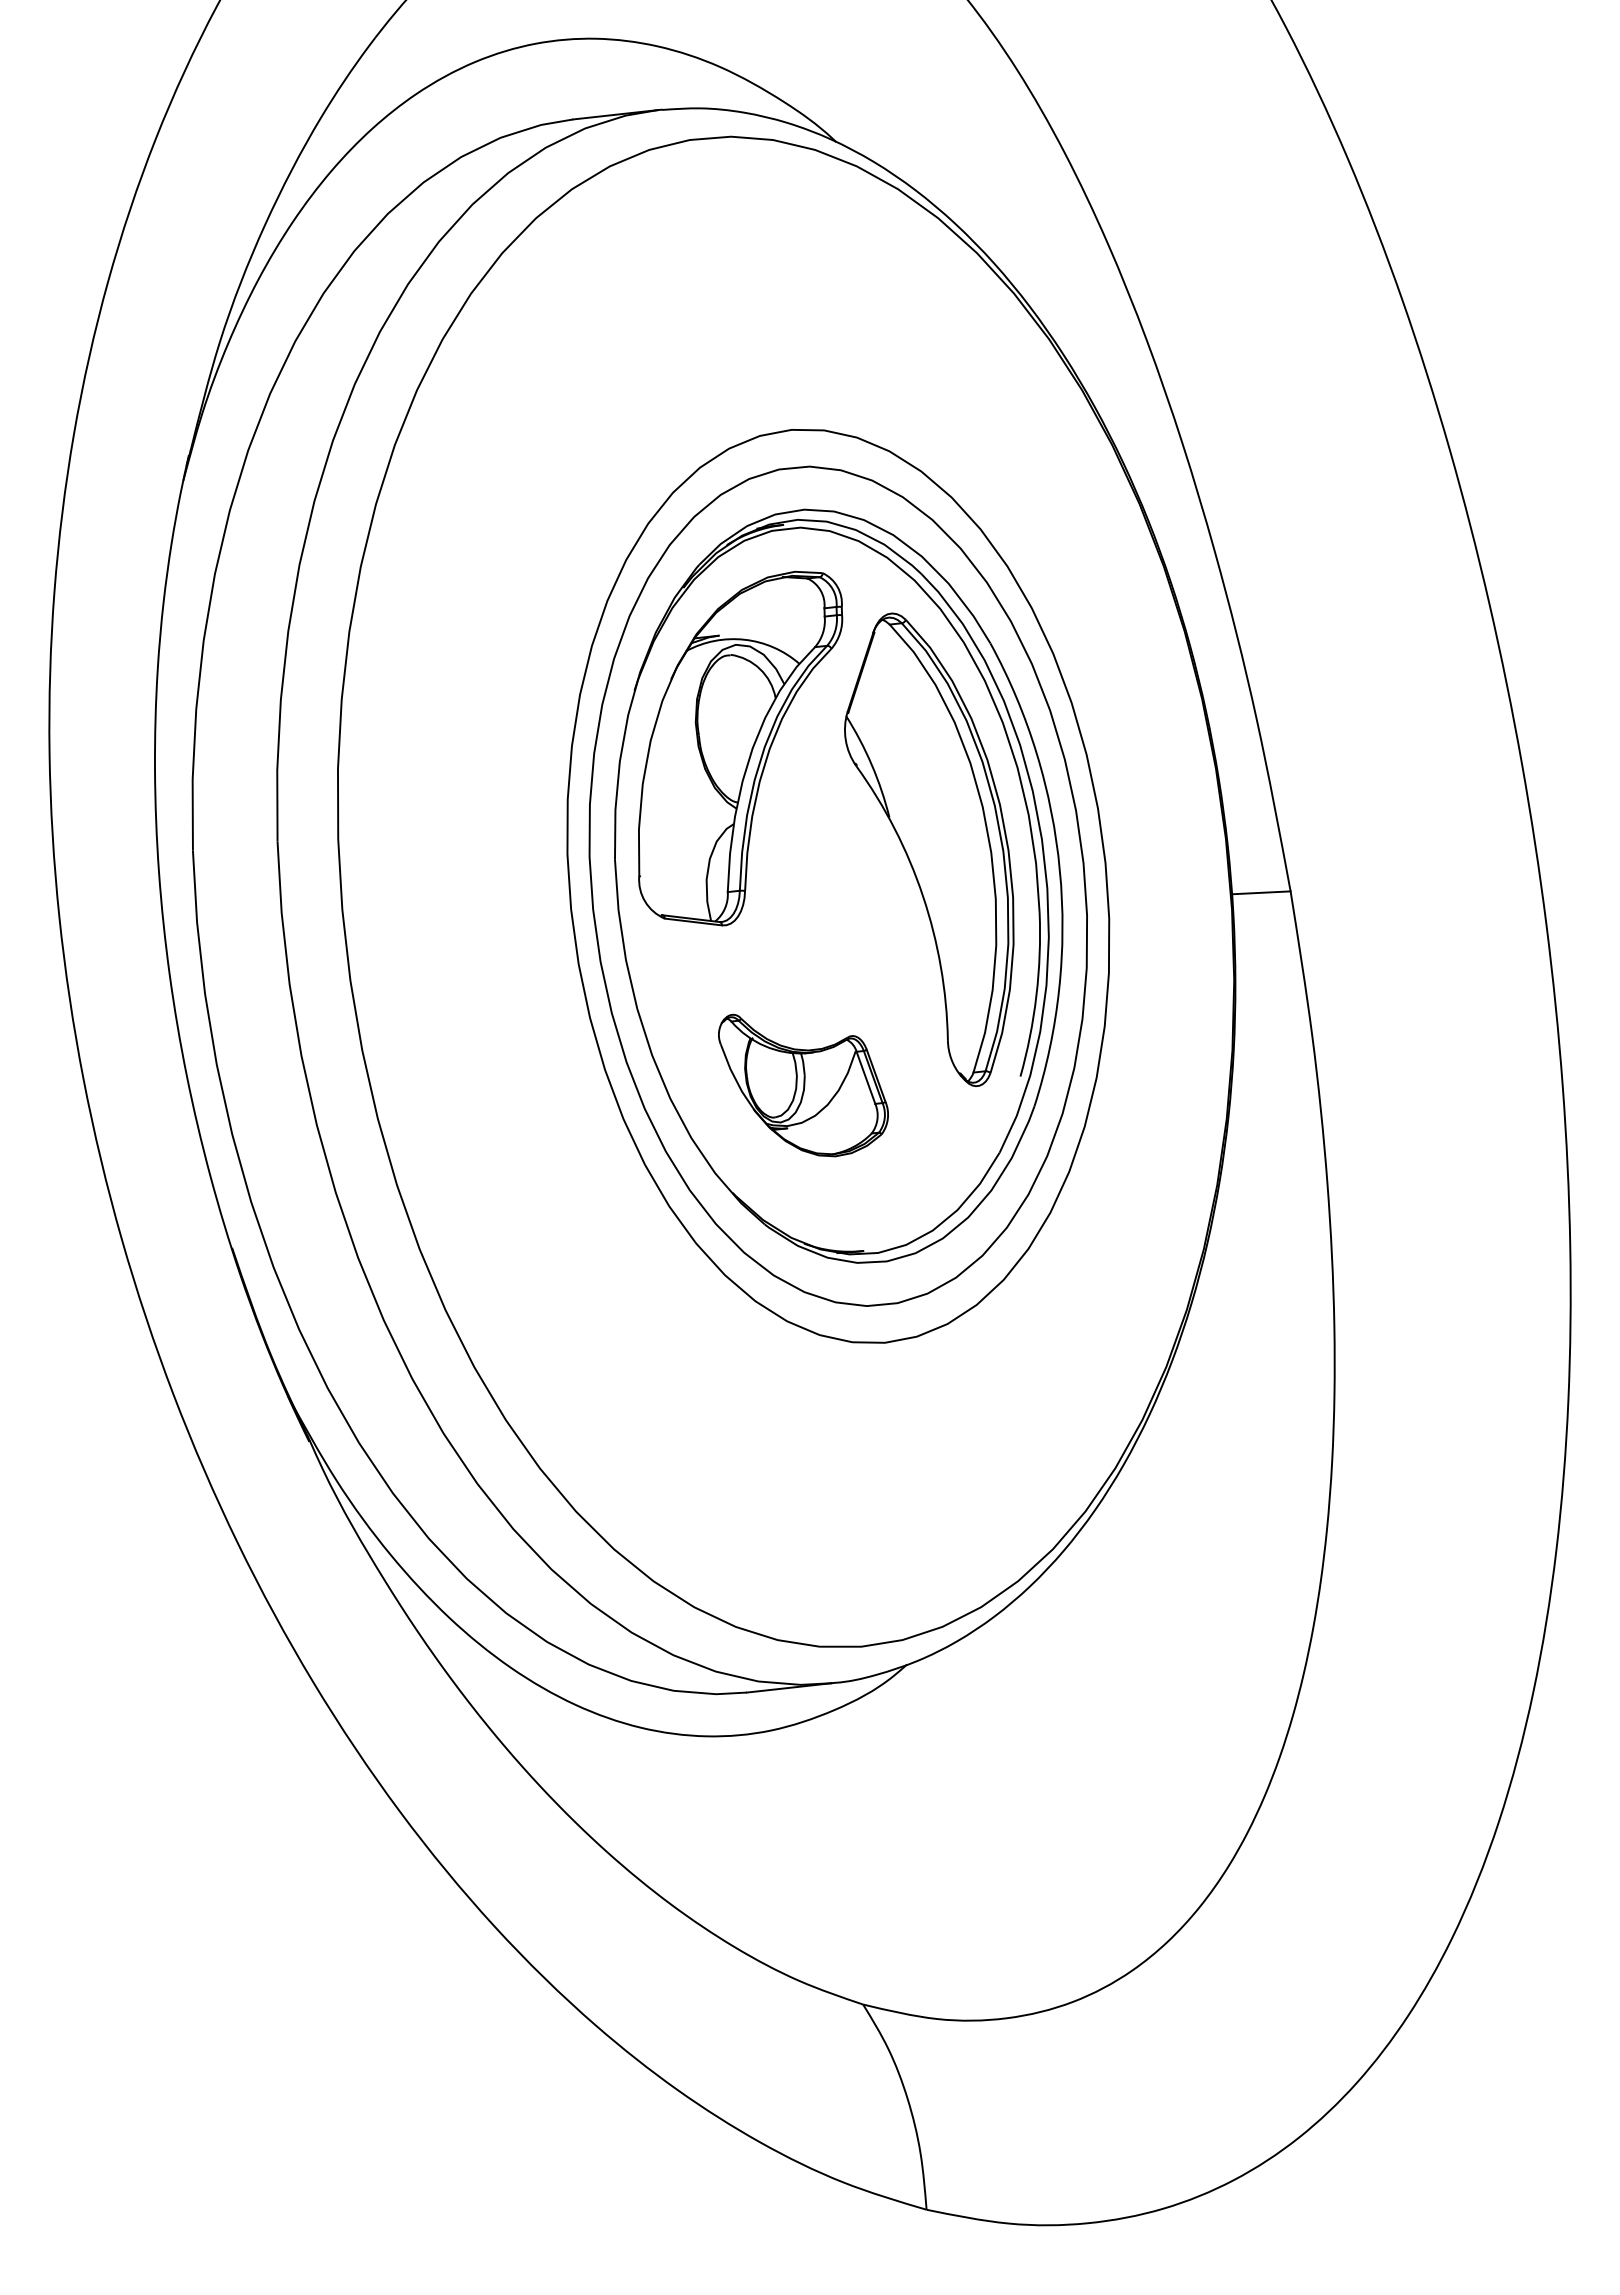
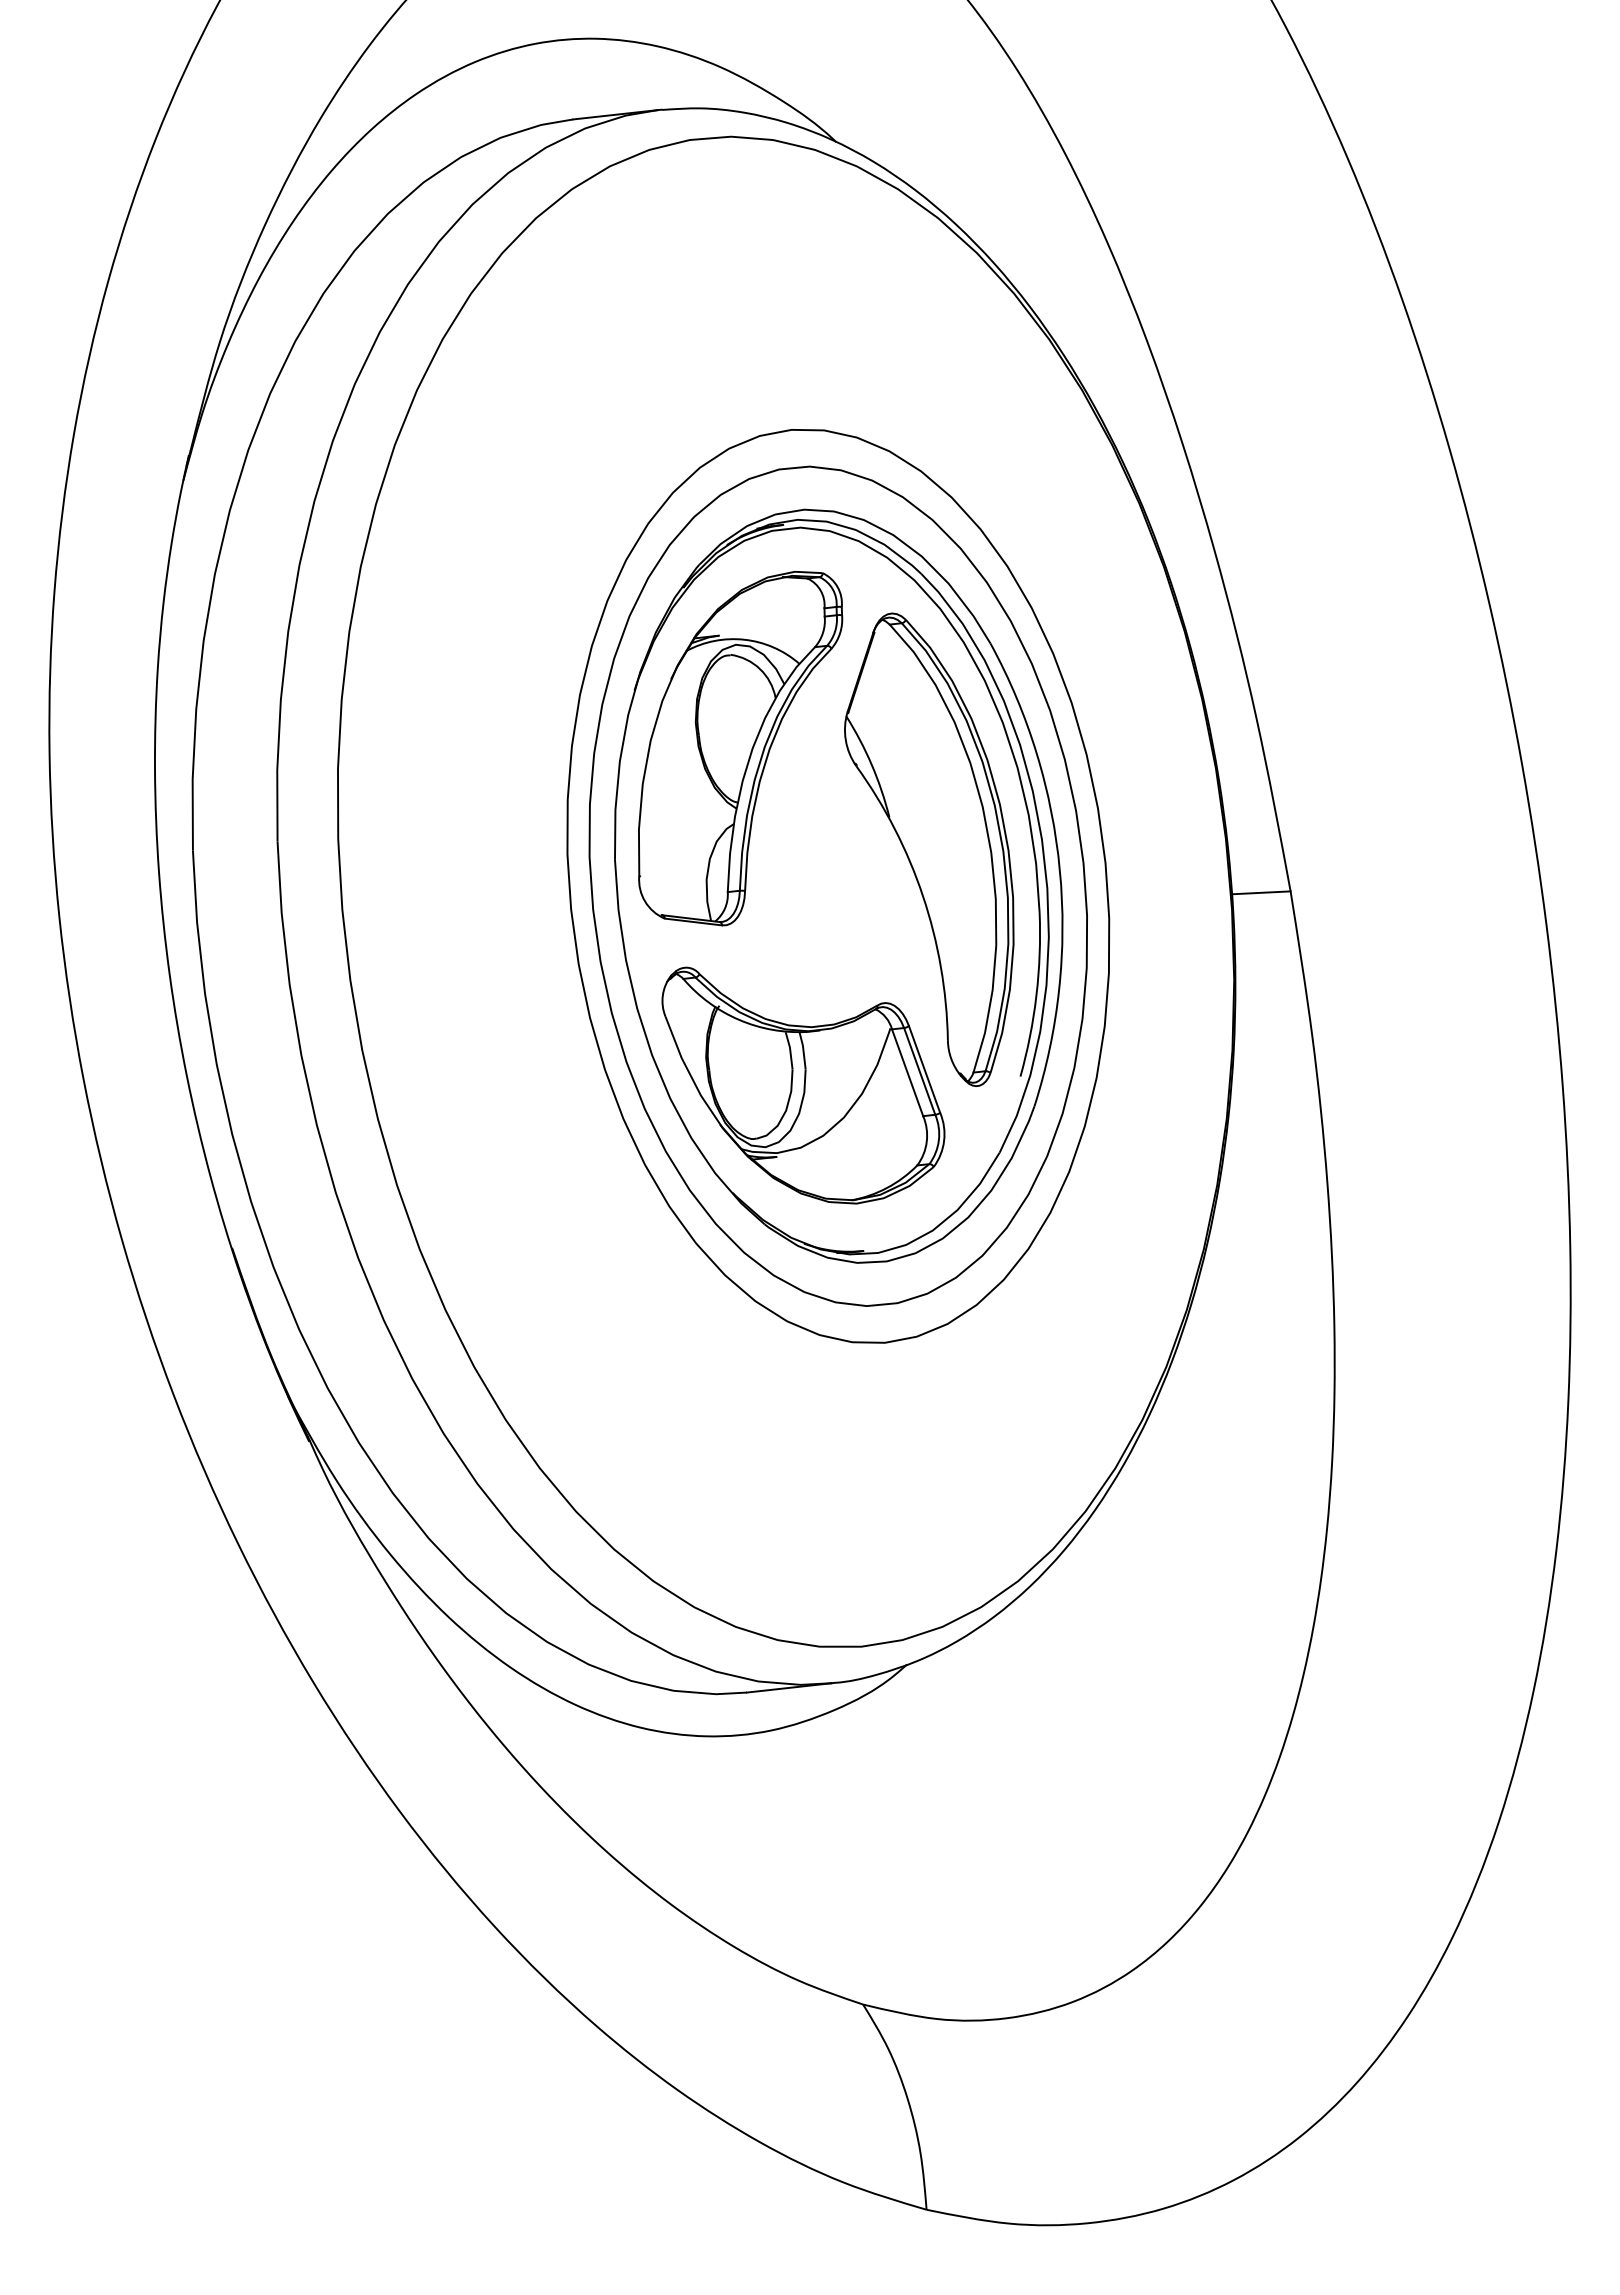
part at (803, 1085) size: 171x145 px -> 285x239 px
